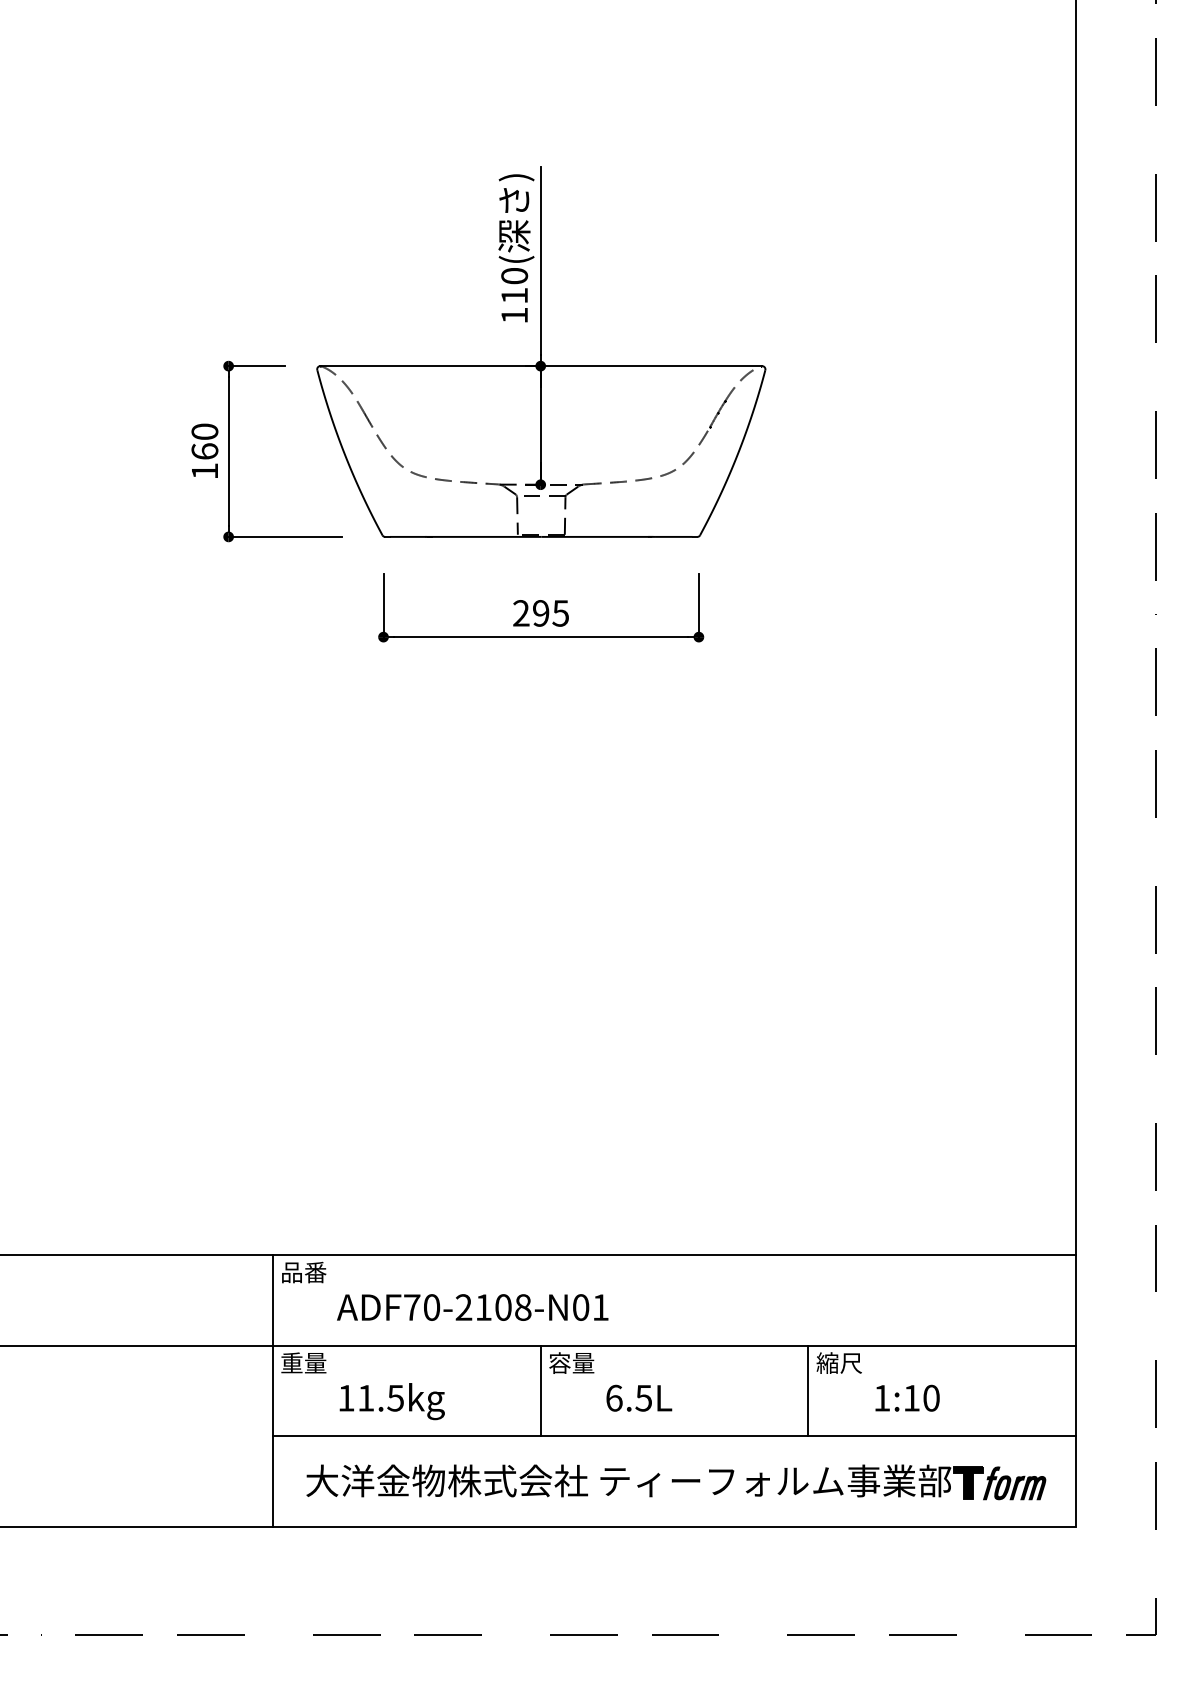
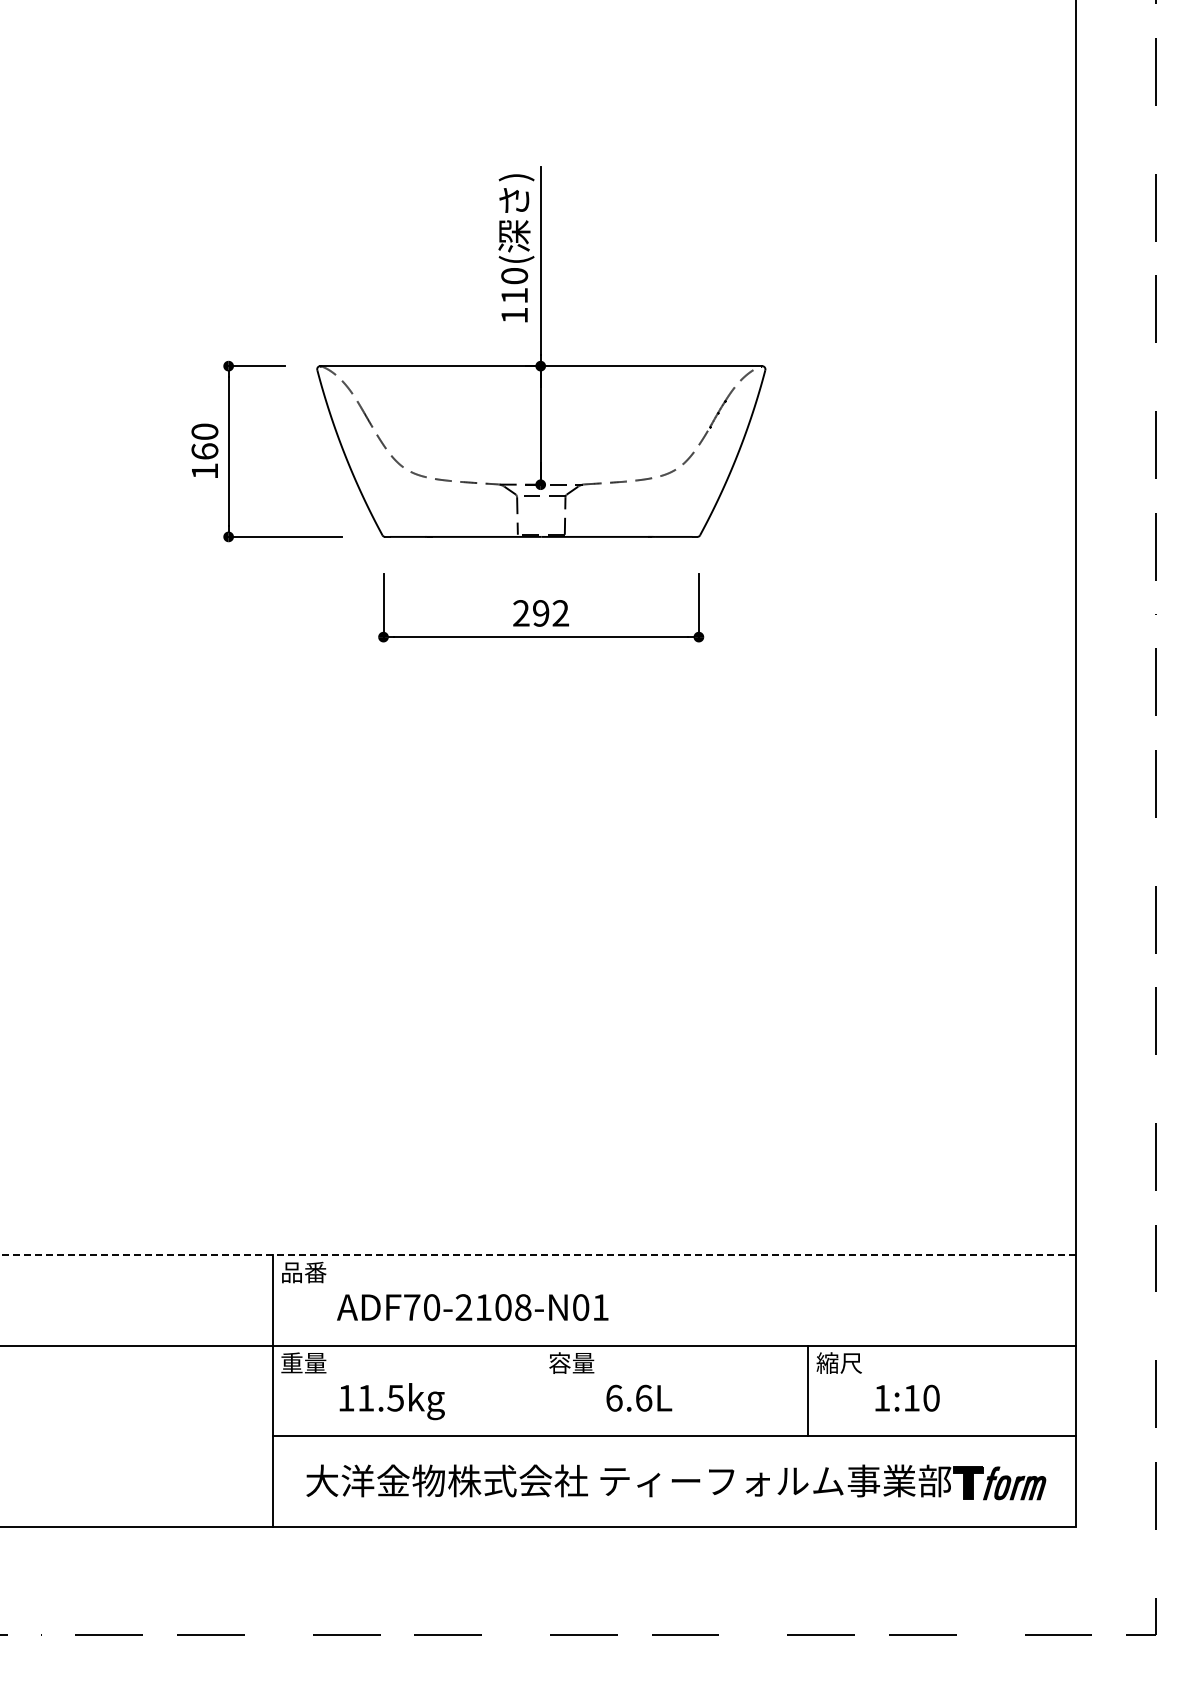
text at (560, 613): 295 -> 292
line at (538, 1255): solid -> dashed
line at (540, 1390): present -> none
text at (643, 1397): 6.5L -> 6.6L
